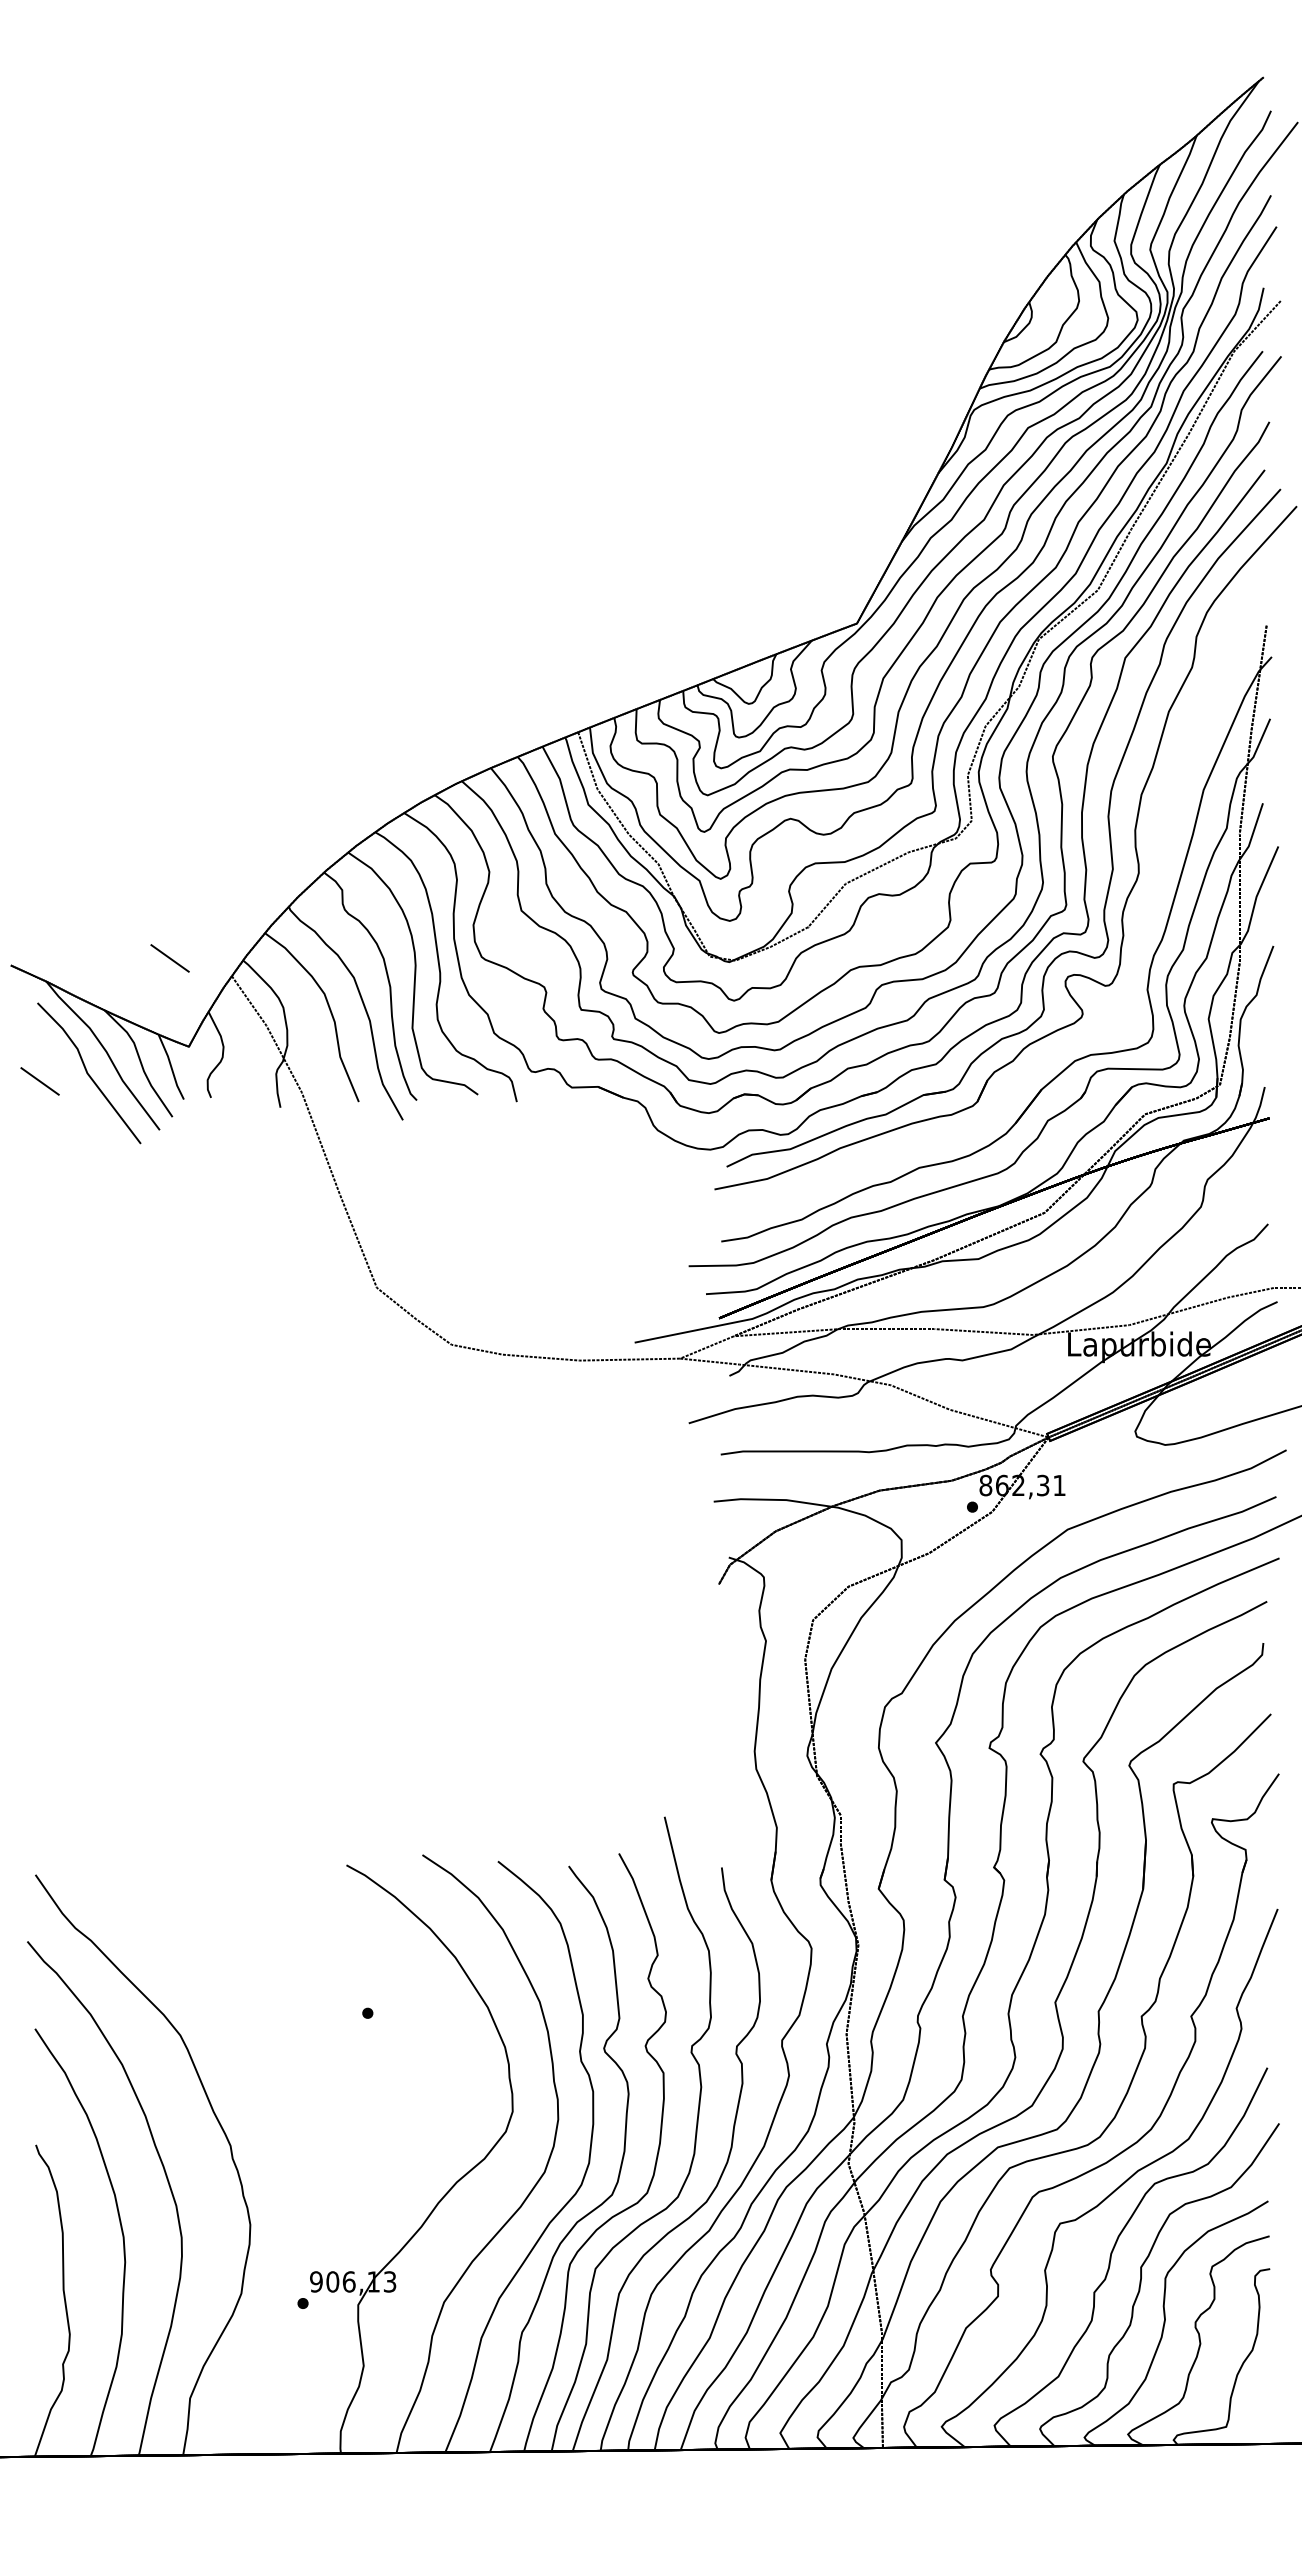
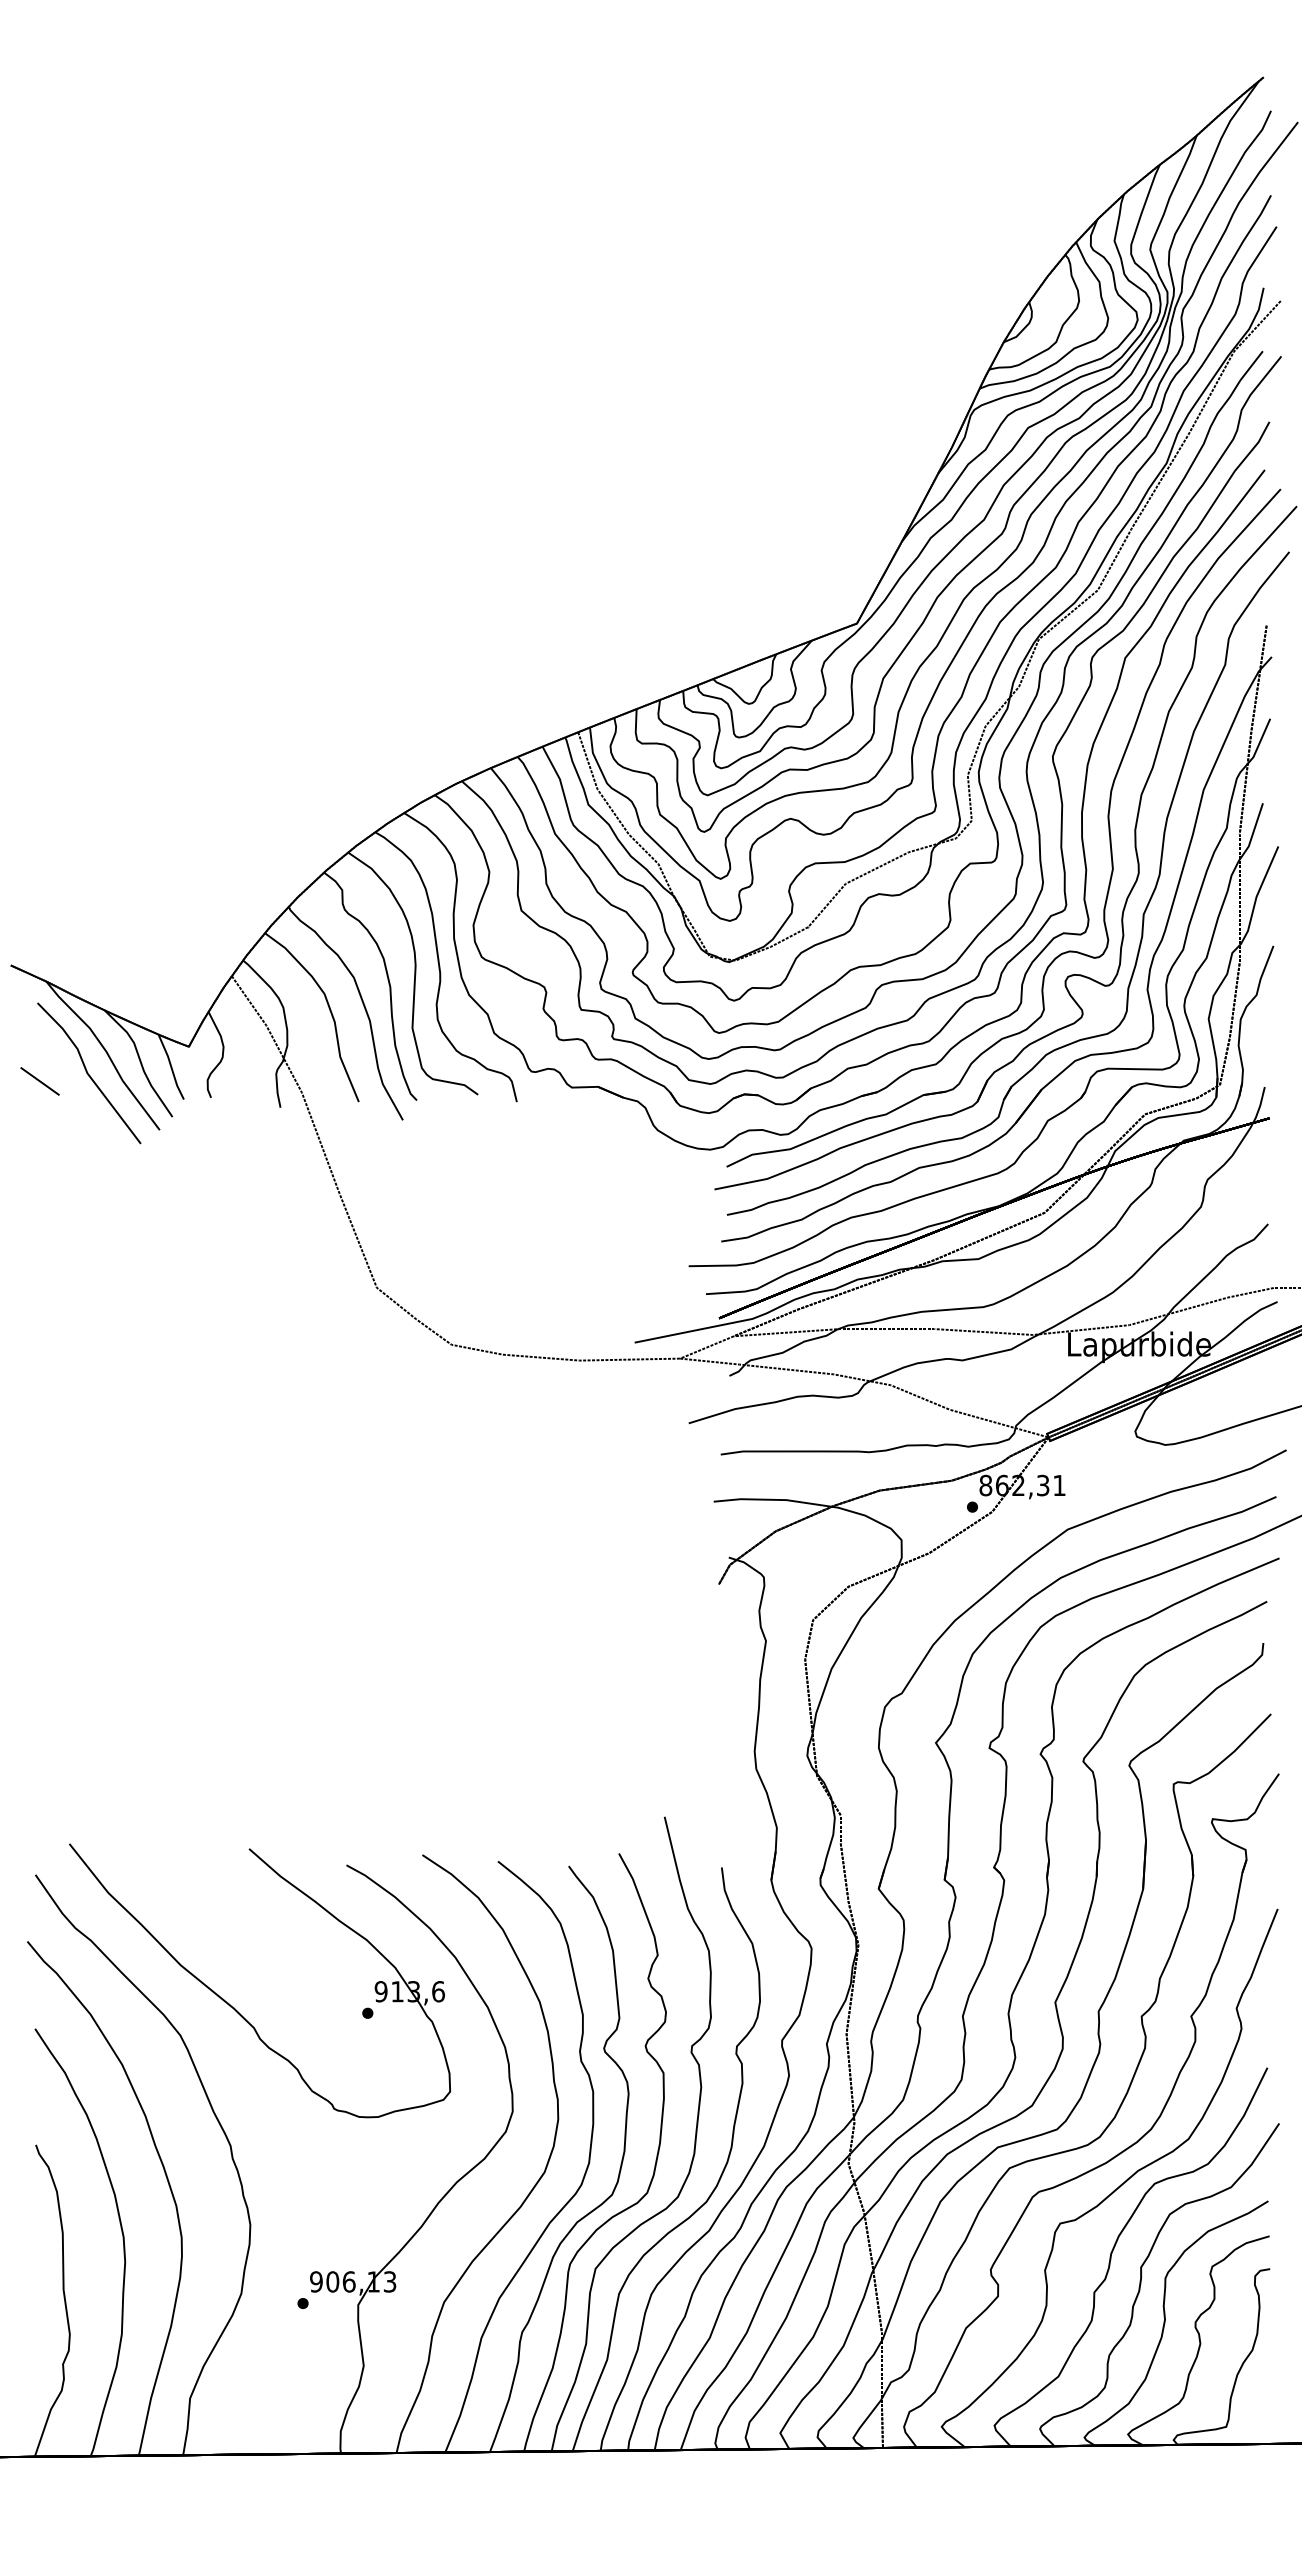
part at (1142, 914): none -> present
line at (169, 958): present -> none
part at (234, 2007): none -> present
